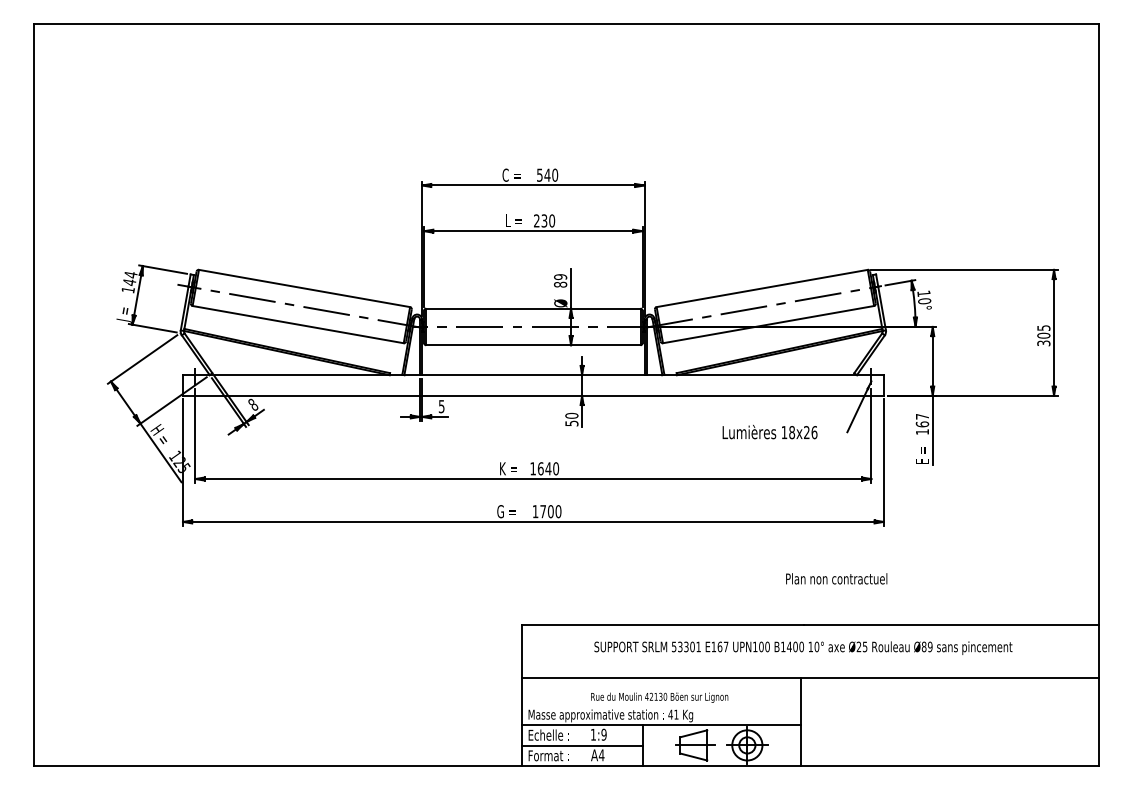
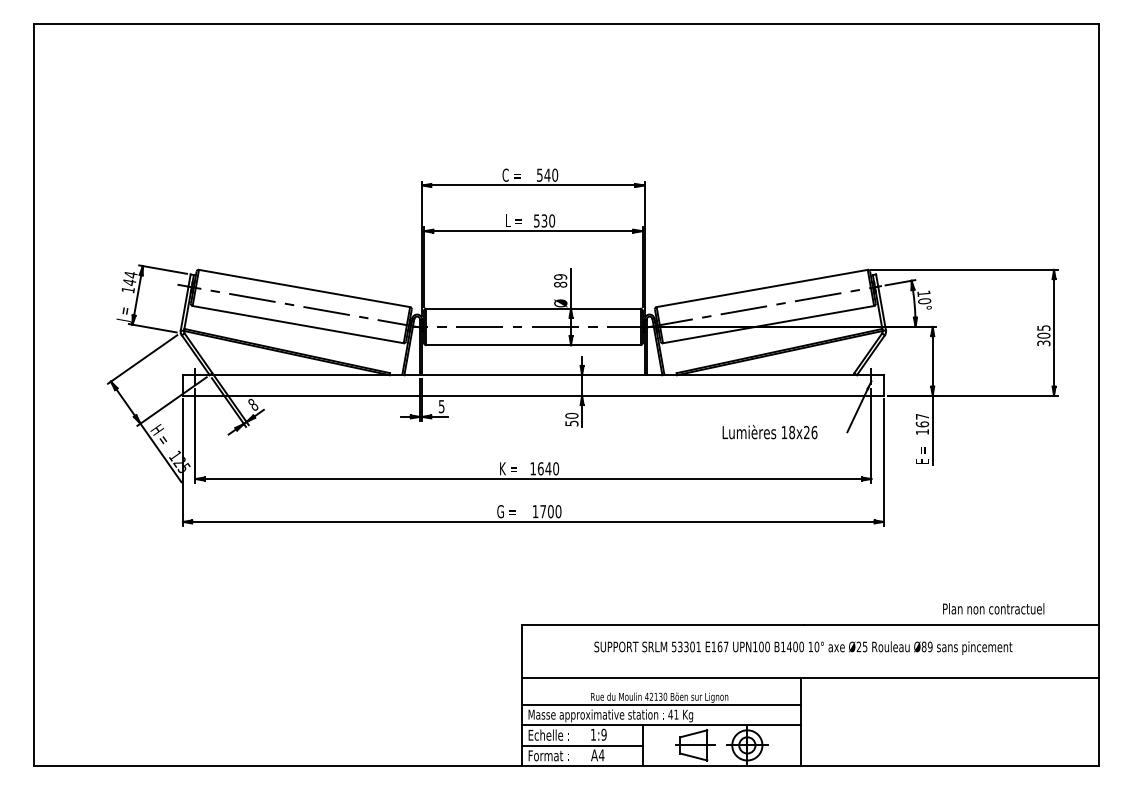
text at (536, 220): 230 -> 530
text at (836, 578) position: (836, 578) -> (993, 608)
line at (660, 705): none -> present
